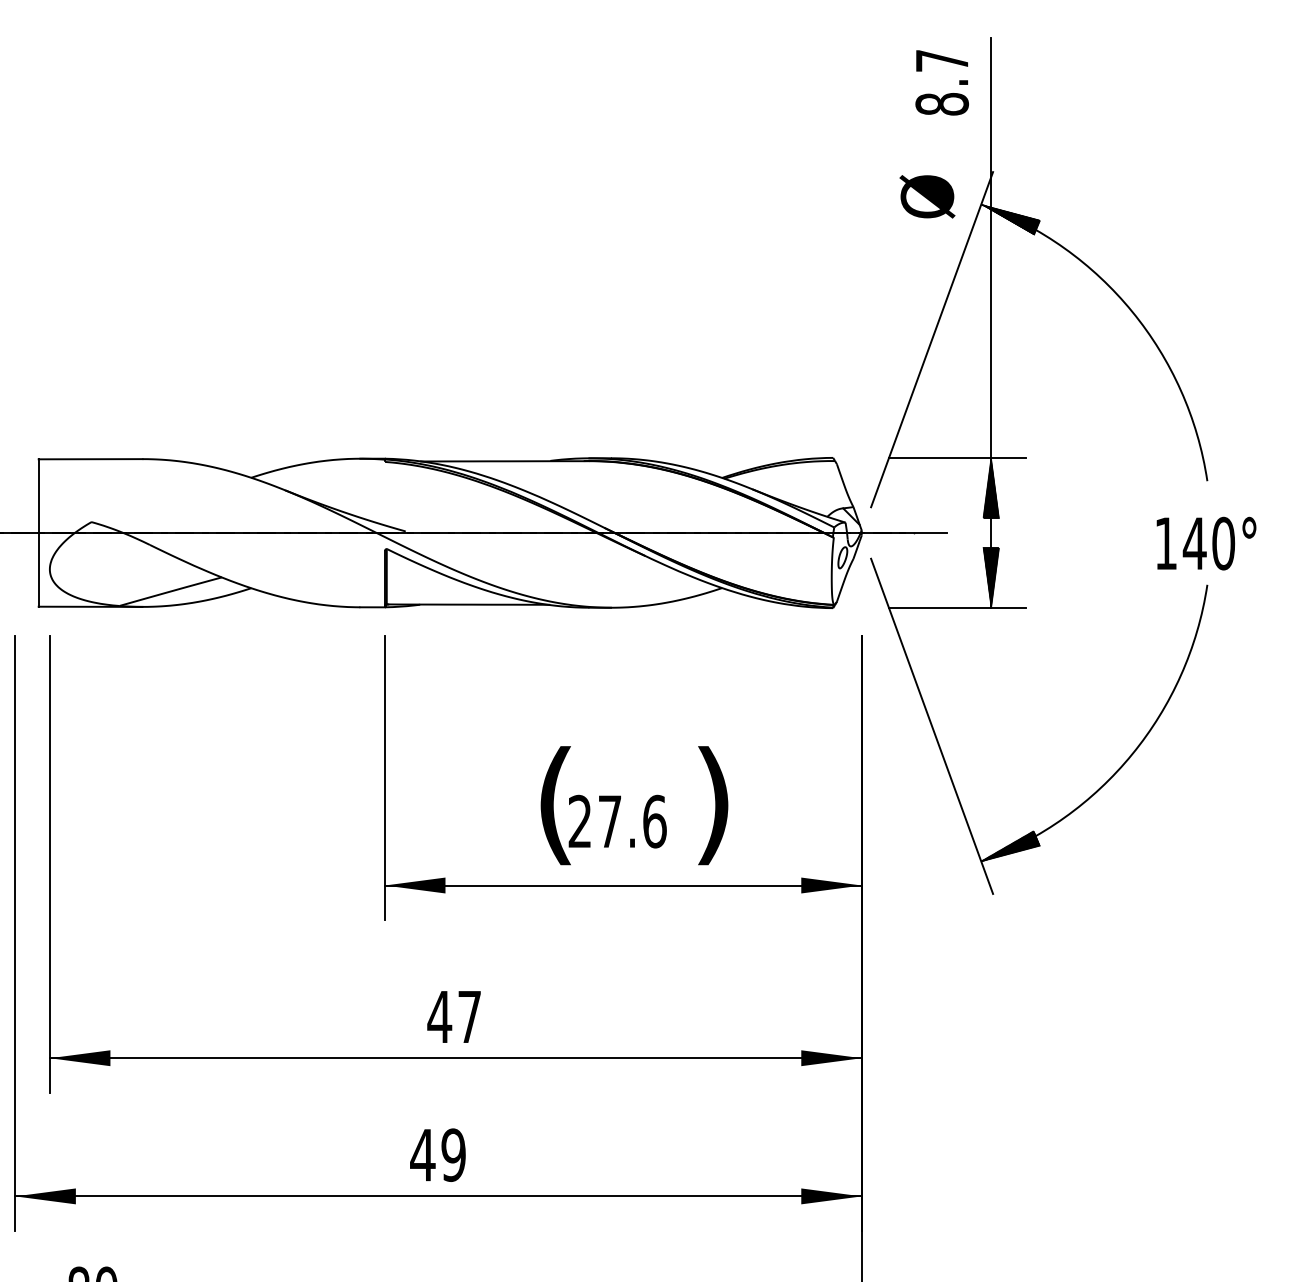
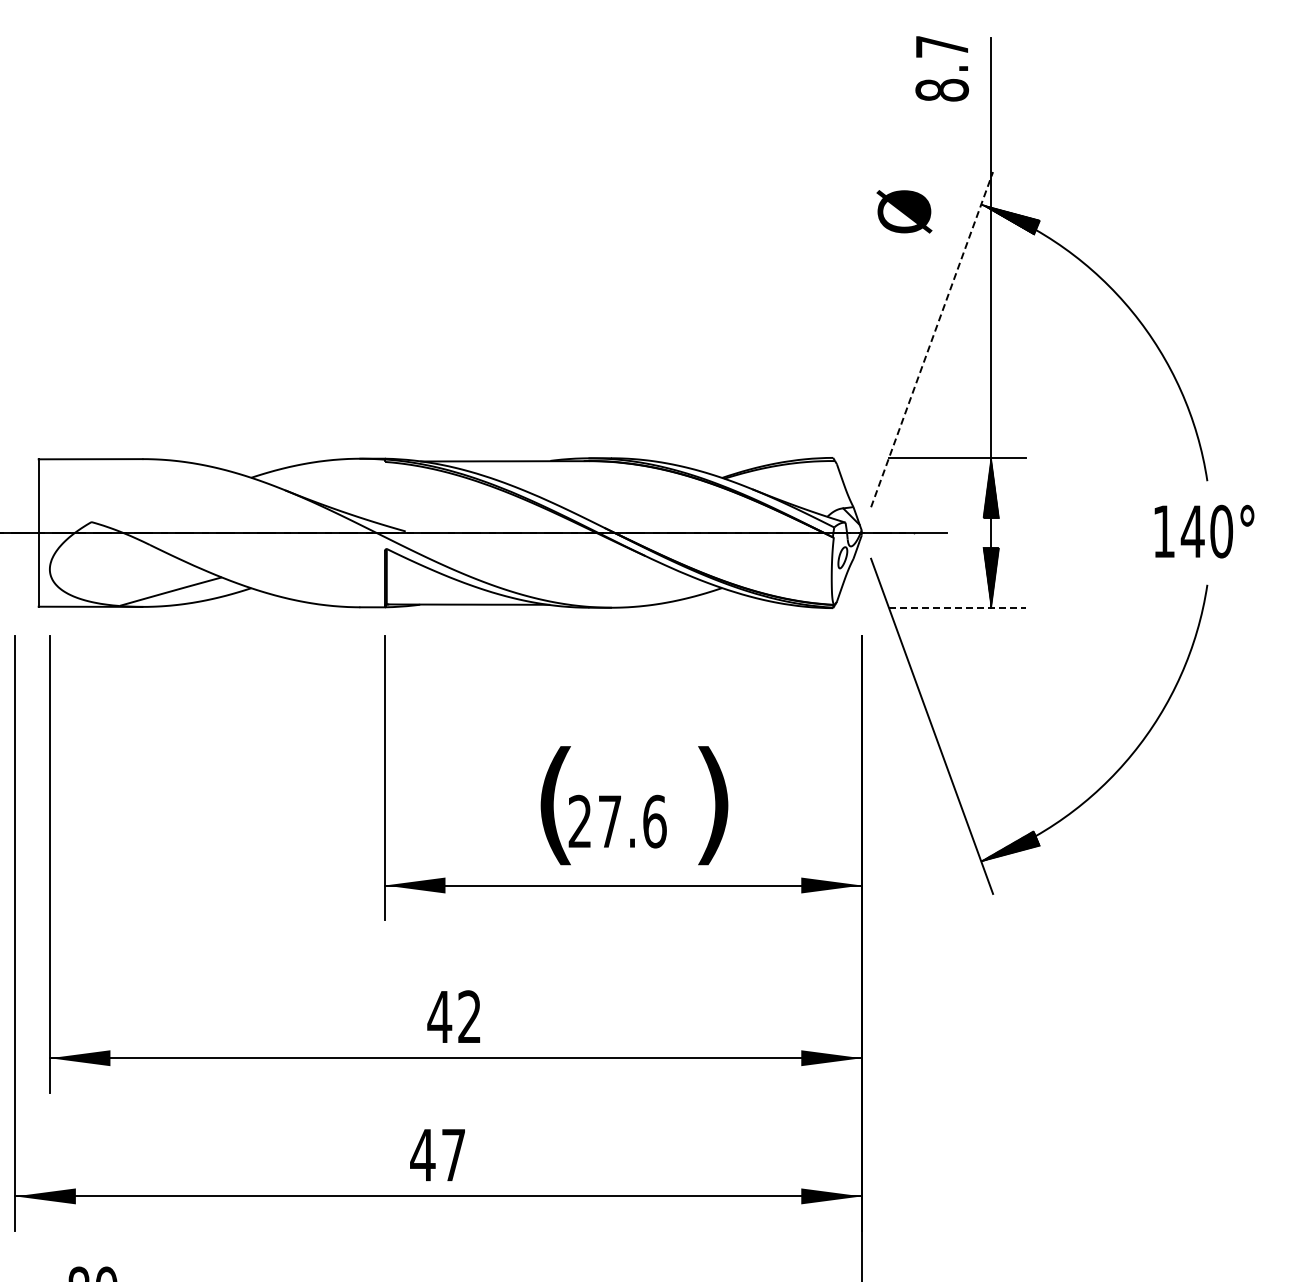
text at (941, 82) position: (941, 82) -> (941, 68)
text at (927, 196) position: (927, 196) -> (904, 211)
line at (932, 339): solid -> dashed
text at (1206, 543) position: (1206, 543) -> (1204, 531)
line at (957, 608): solid -> dashed
text at (469, 1016): 47 -> 42
text at (453, 1154): 49 -> 47
